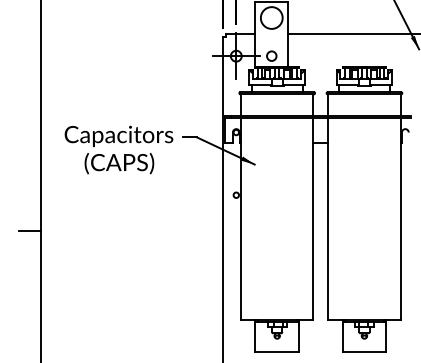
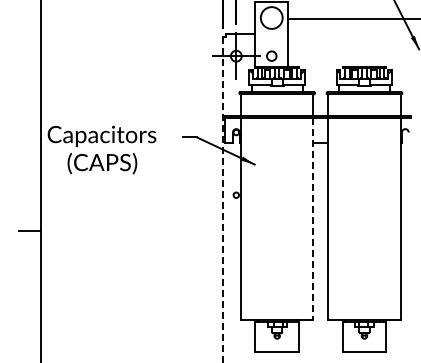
line at (352, 34) position: (352, 34) -> (352, 19)
text at (118, 149) position: (118, 149) -> (101, 149)
line at (222, 200): solid -> dashed
line at (313, 218): solid -> dashed
